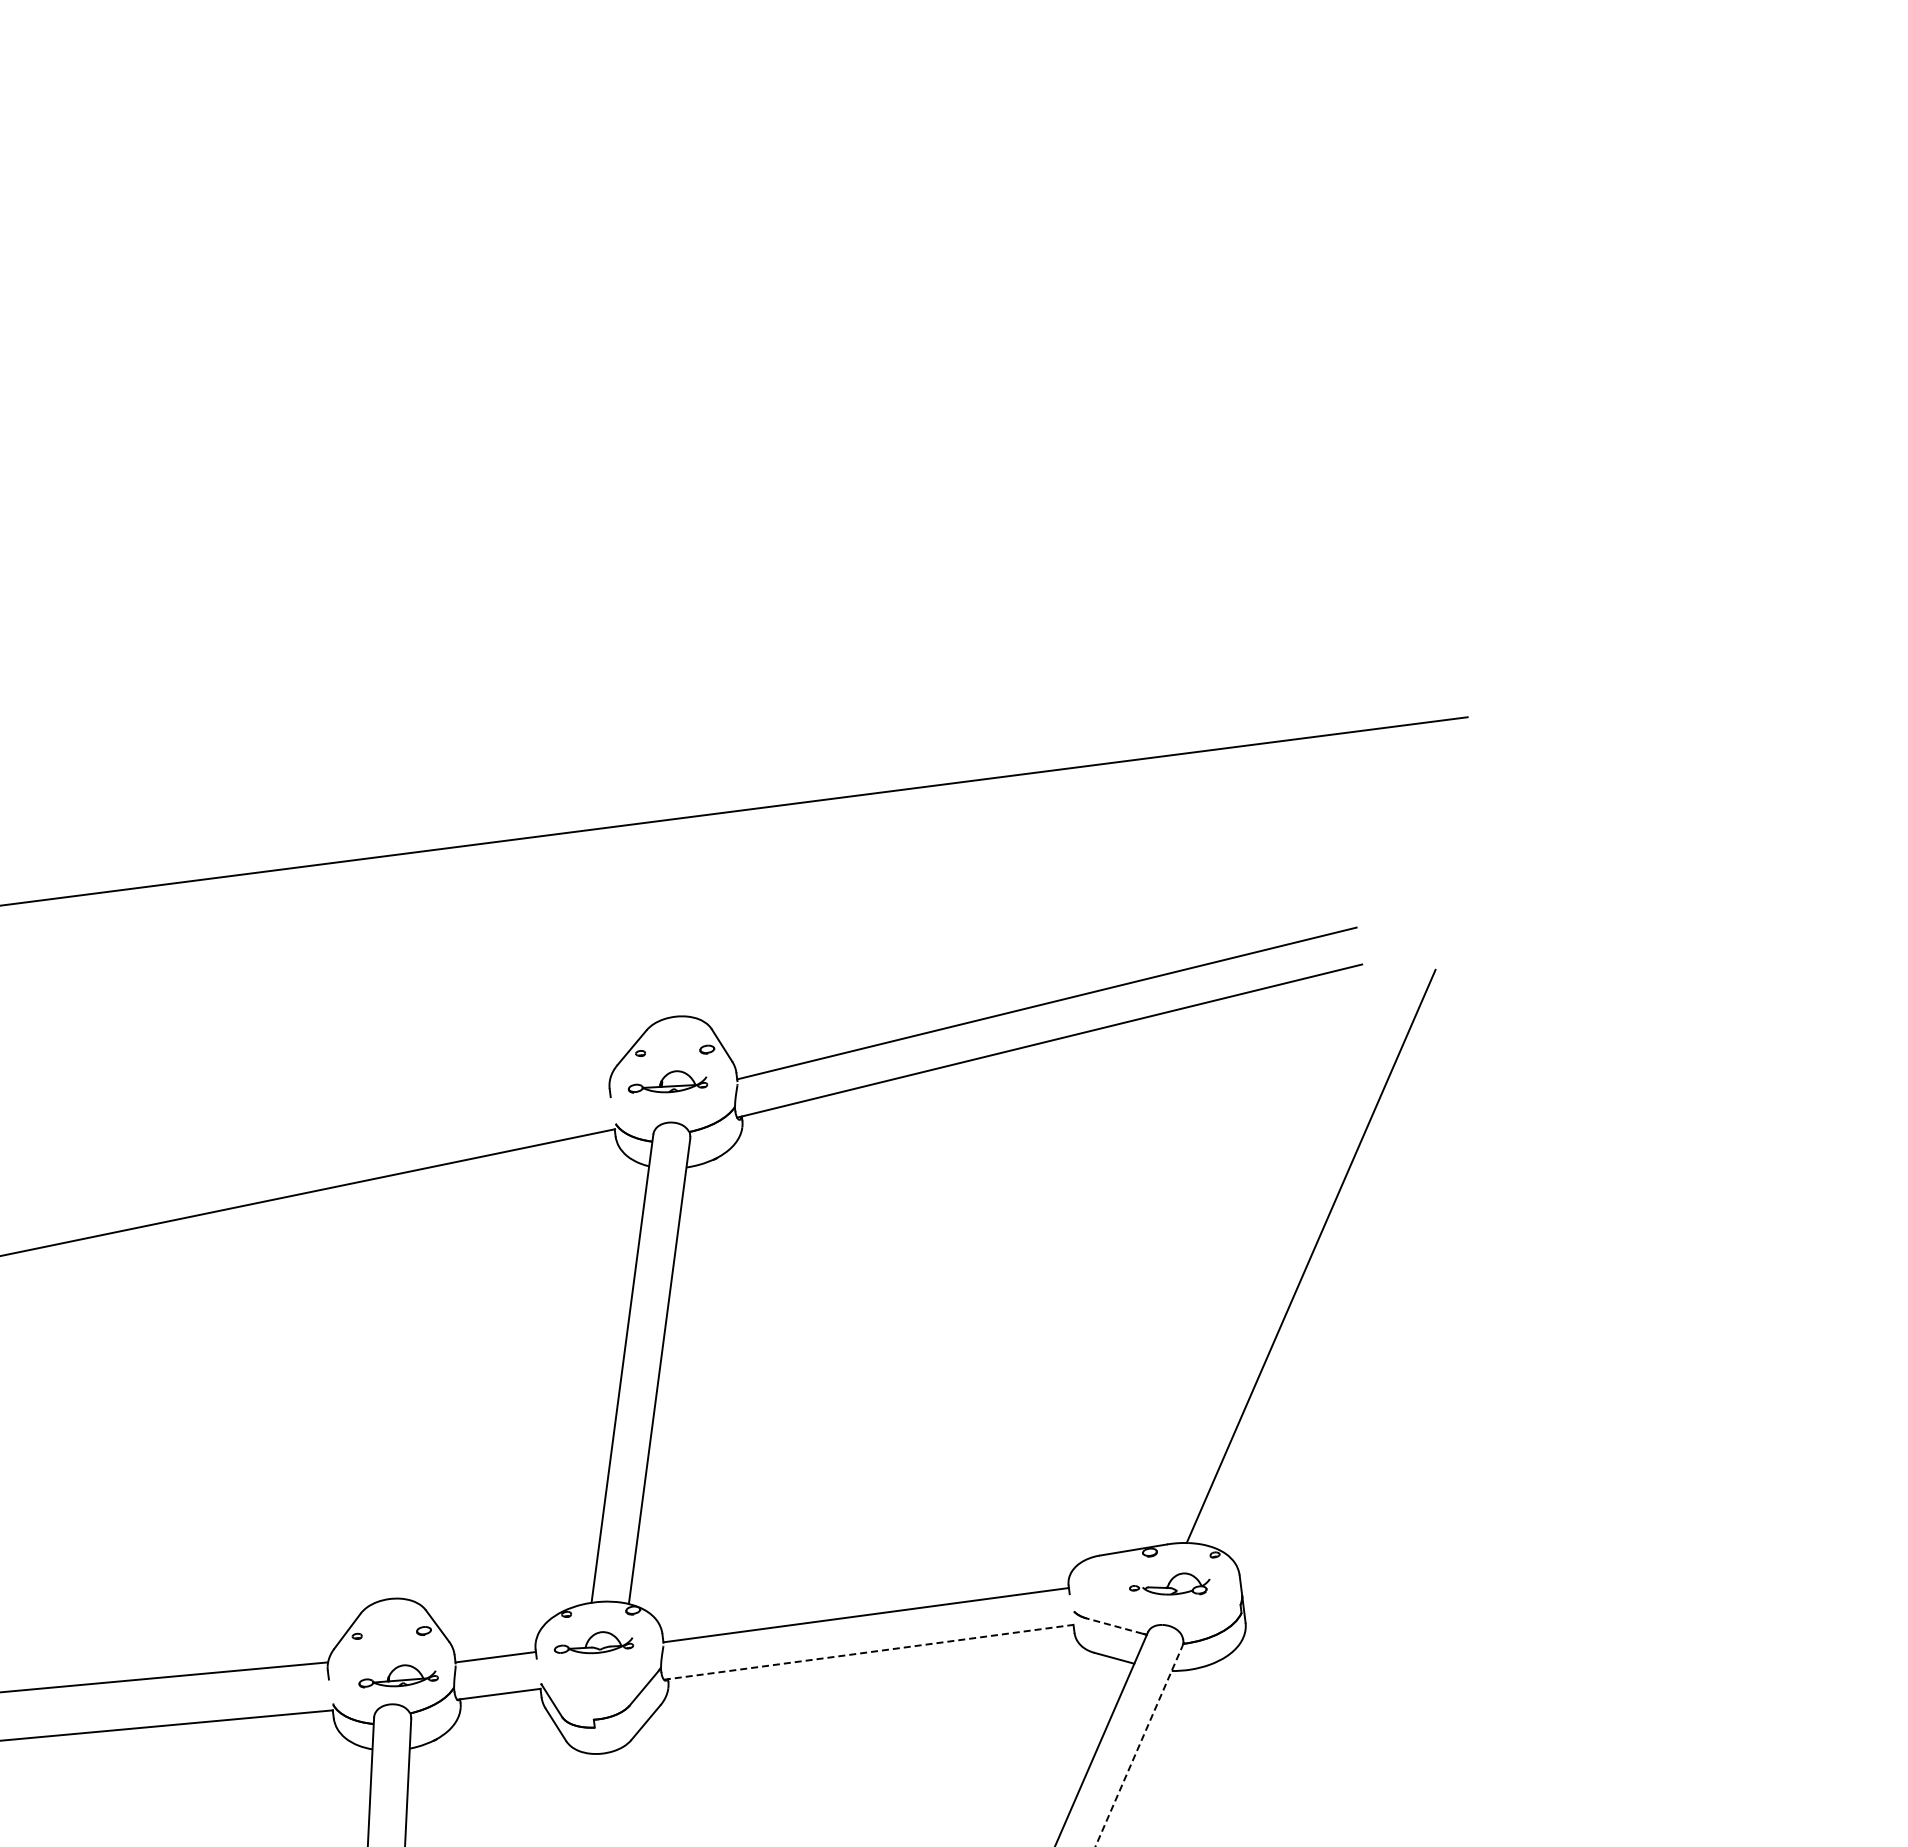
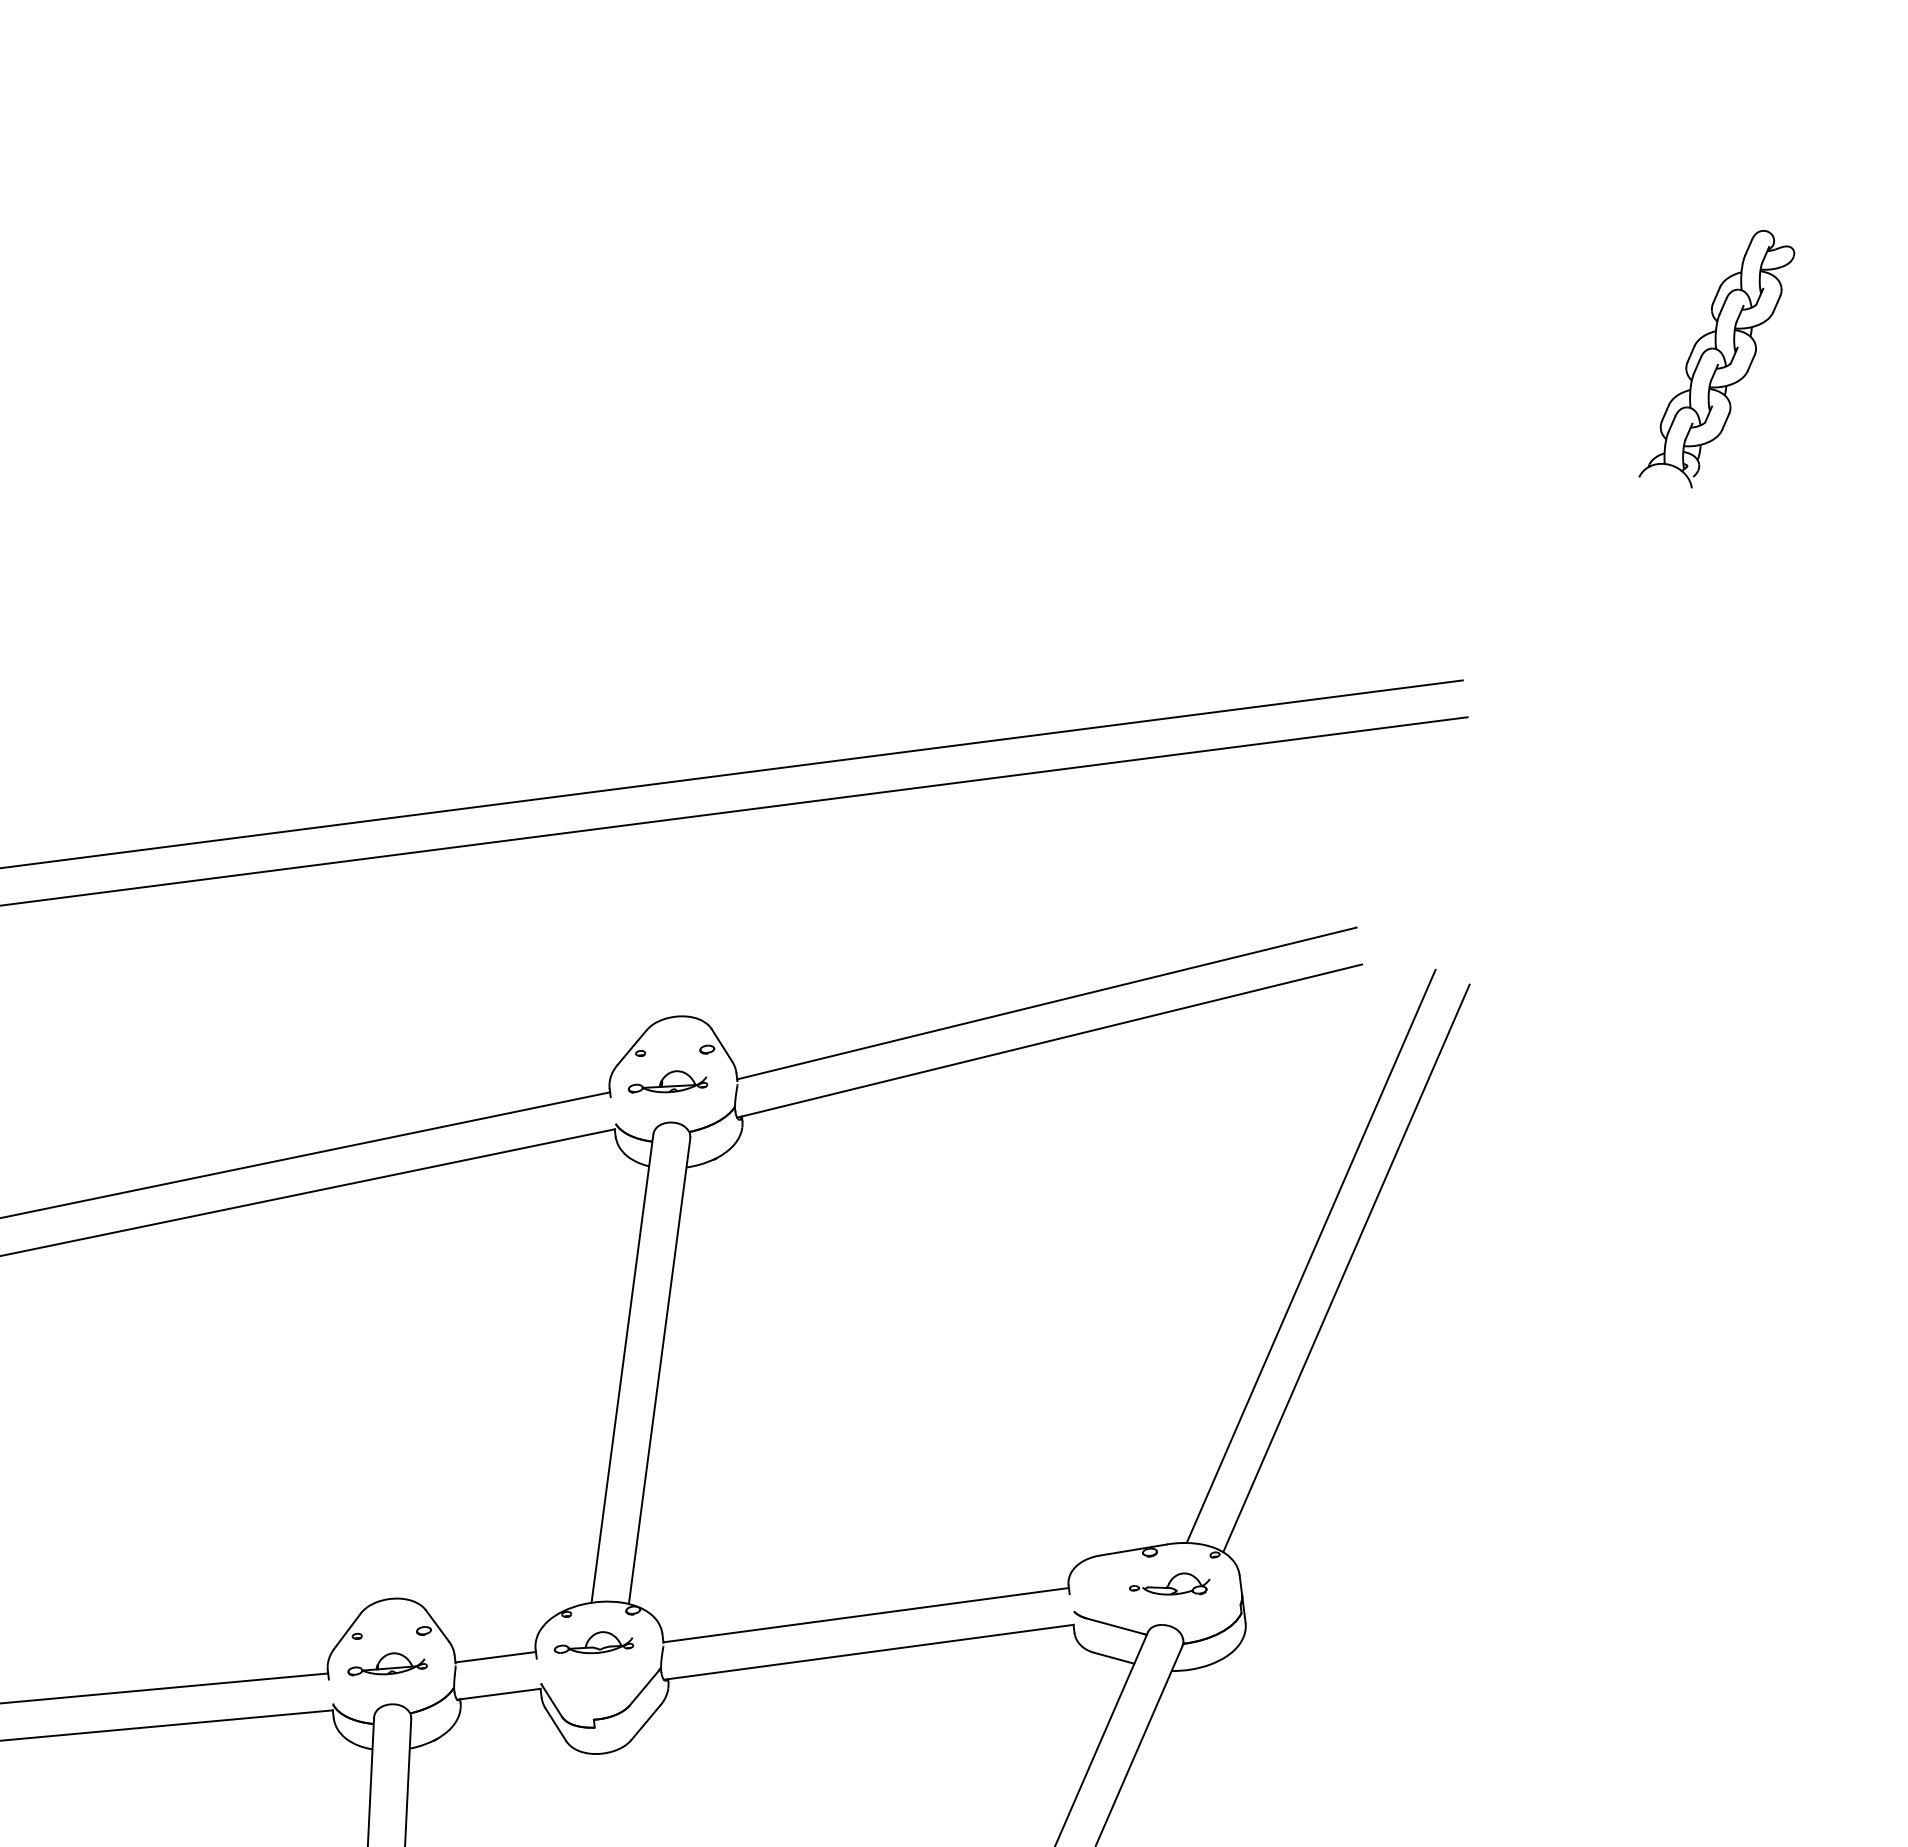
part at (1716, 359): none -> present
line at (732, 773): none -> present
line at (306, 1154): none -> present
line at (1346, 1268): none -> present
line at (1114, 1626): dashed -> solid
line at (868, 1652): dashed -> solid
part at (398, 1676) position: (398, 1676) -> (387, 1664)
line at (164, 1677) position: (164, 1677) -> (165, 1688)
line at (1138, 1746): dashed -> solid
